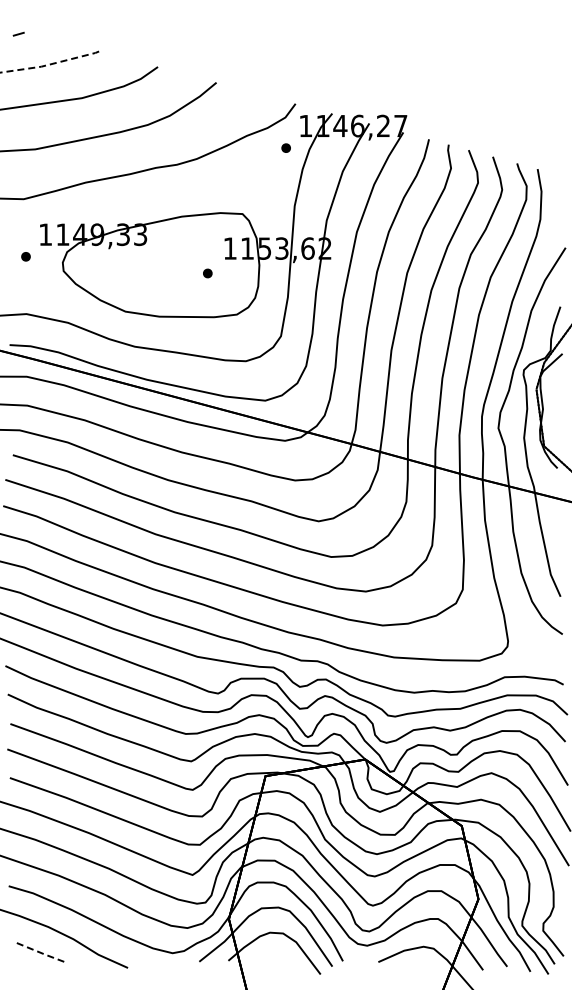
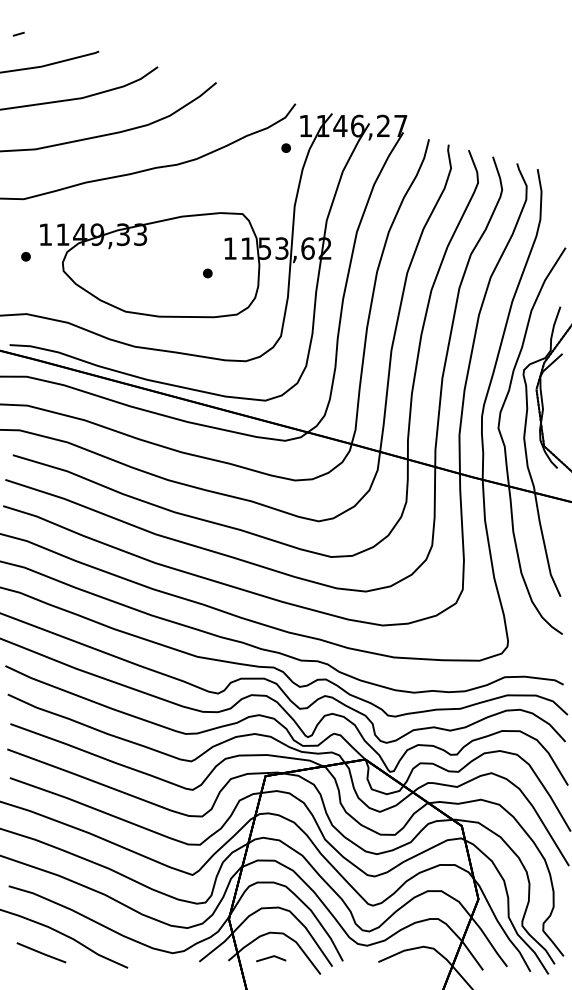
line at (50, 64): dashed -> solid
line at (41, 953): dashed -> solid
line at (271, 957): none -> present
